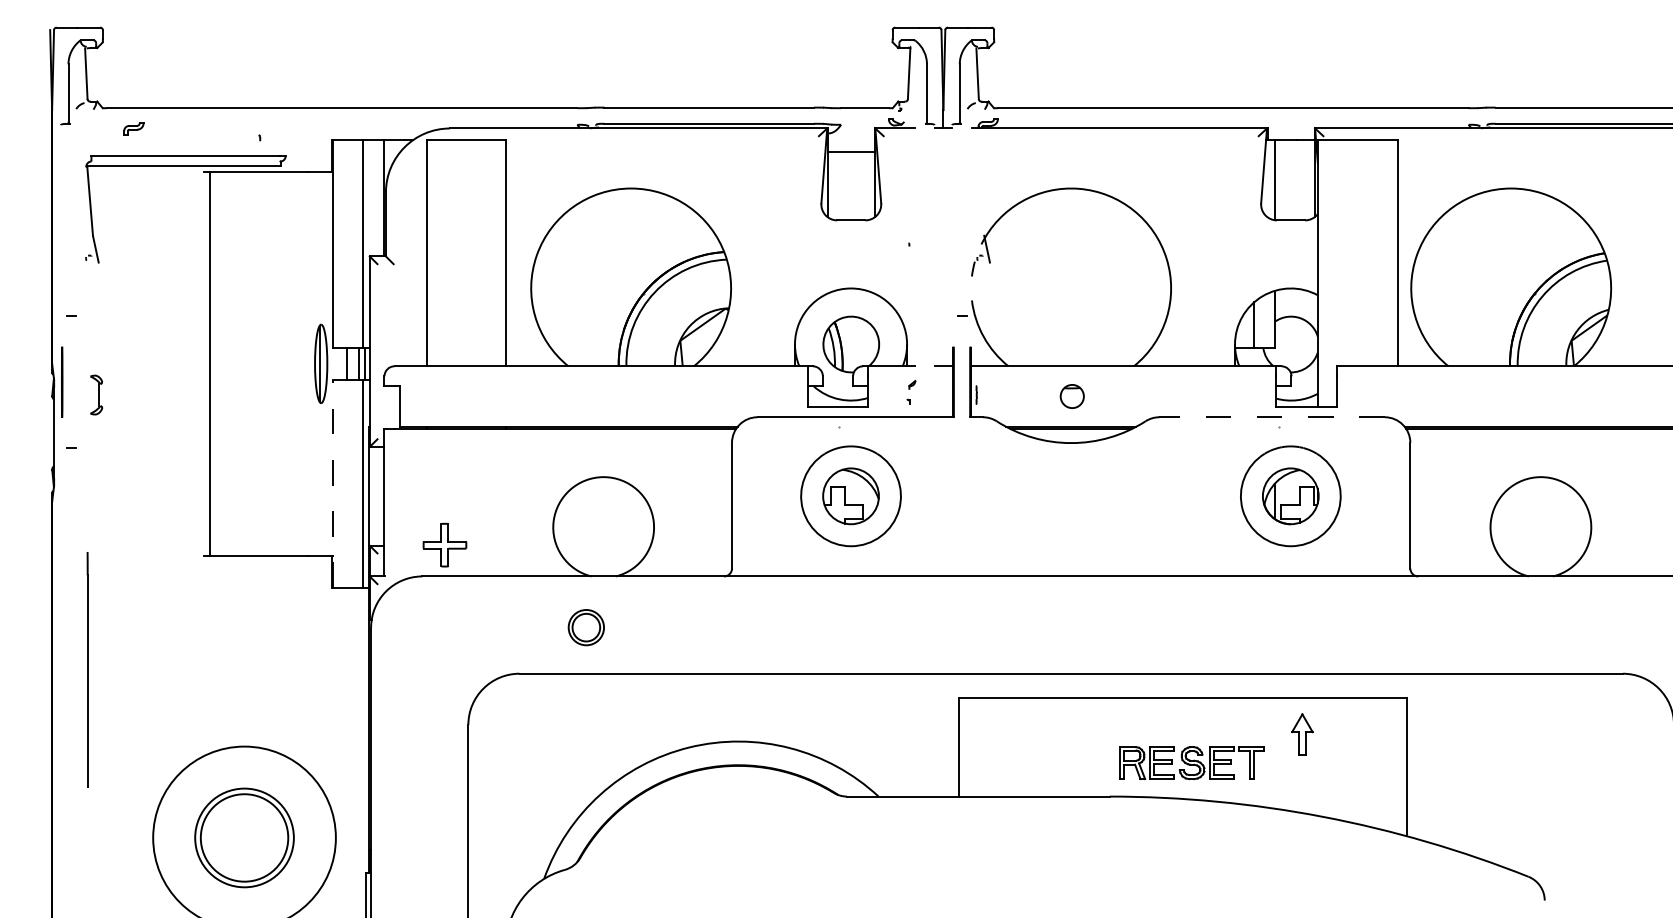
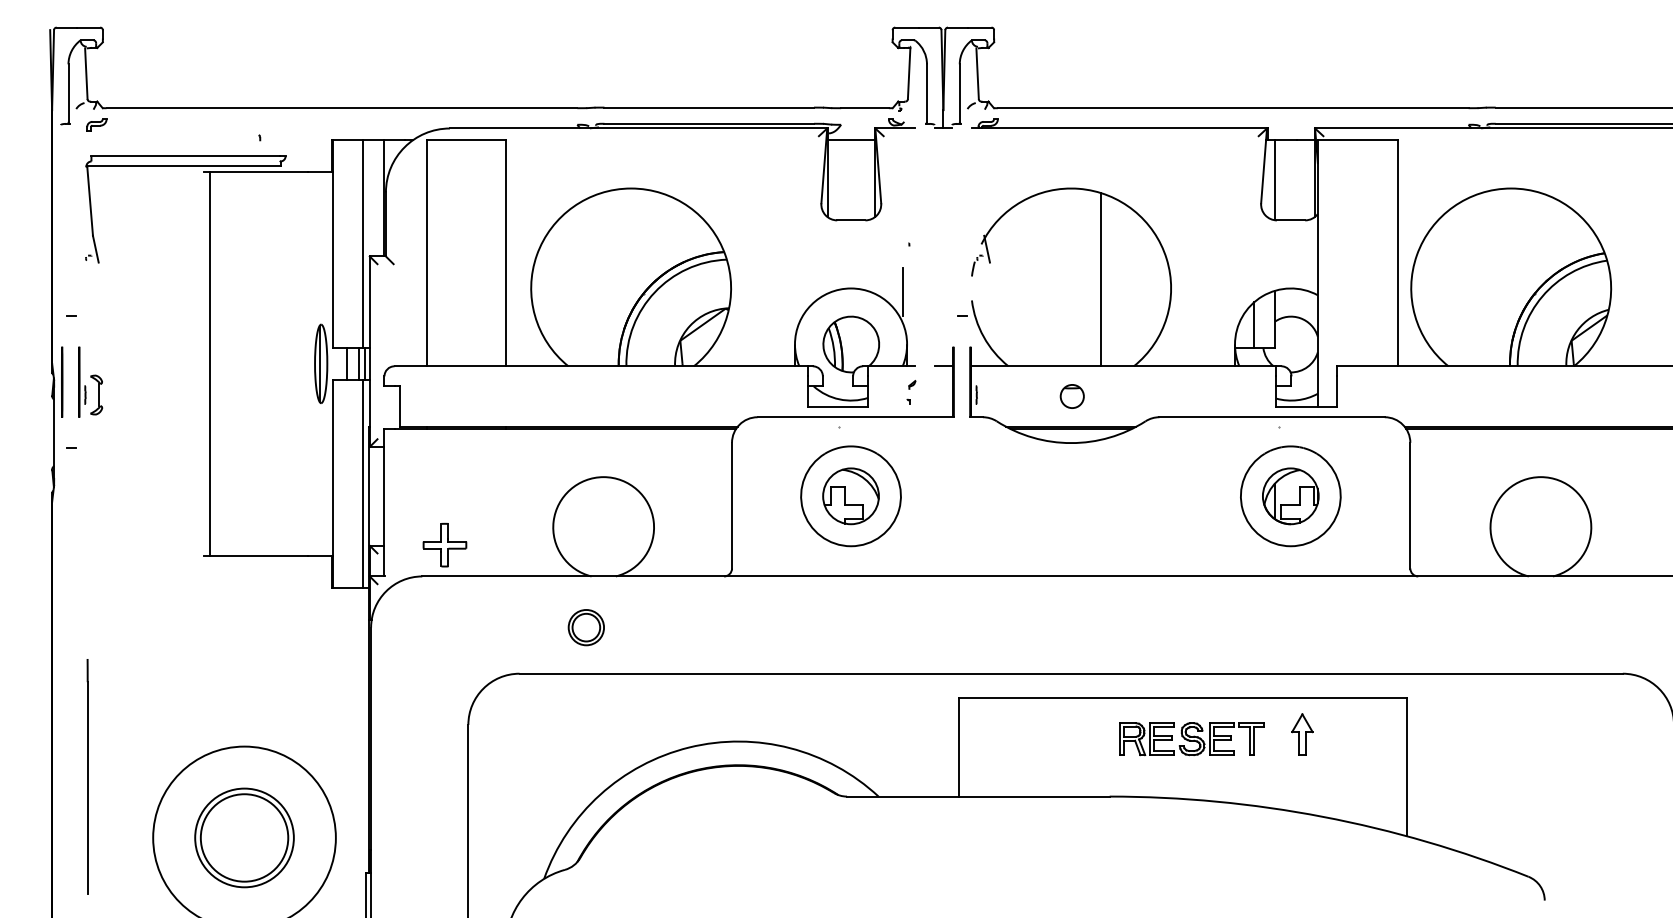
part at (133, 128) position: (133, 128) -> (96, 124)
line at (851, 151) position: (851, 151) -> (851, 139)
line at (1100, 279): none -> present
line at (902, 291): none -> present
part at (82, 381): none -> present
line at (1272, 417): dashed -> solid
line at (332, 483): dashed -> solid
line at (87, 669) position: (87, 669) -> (87, 776)
part at (1191, 763) position: (1191, 763) -> (1191, 739)
